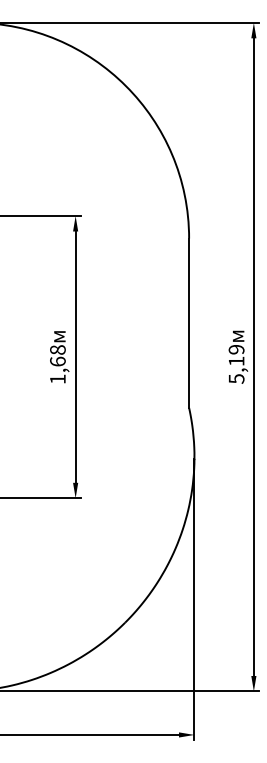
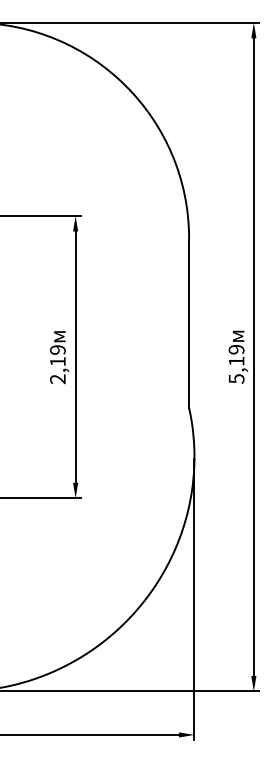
text at (57, 364): 1,68 -> 2,19
